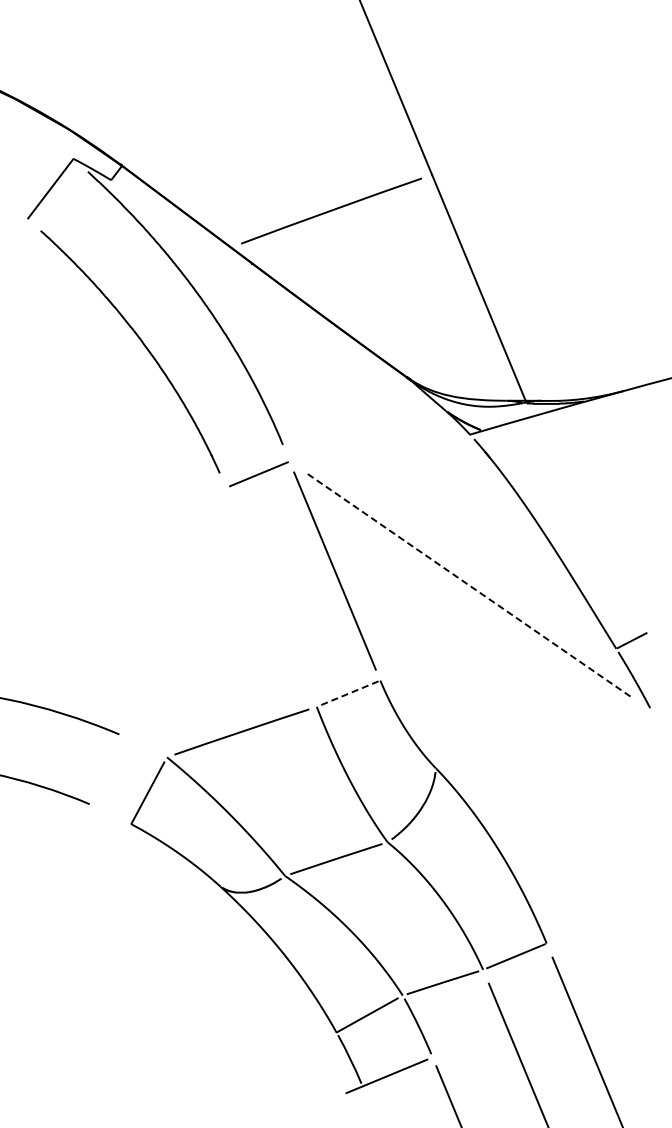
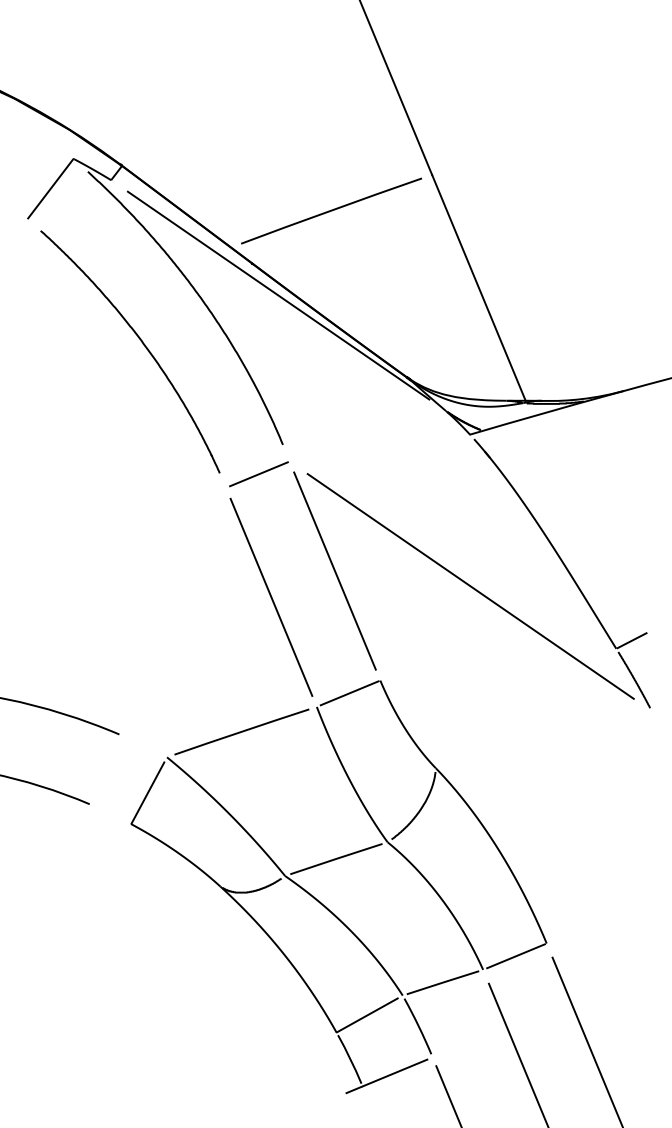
line at (278, 295): none -> present
line at (471, 586): dashed -> solid
line at (271, 596): none -> present
line at (349, 693): dashed -> solid
